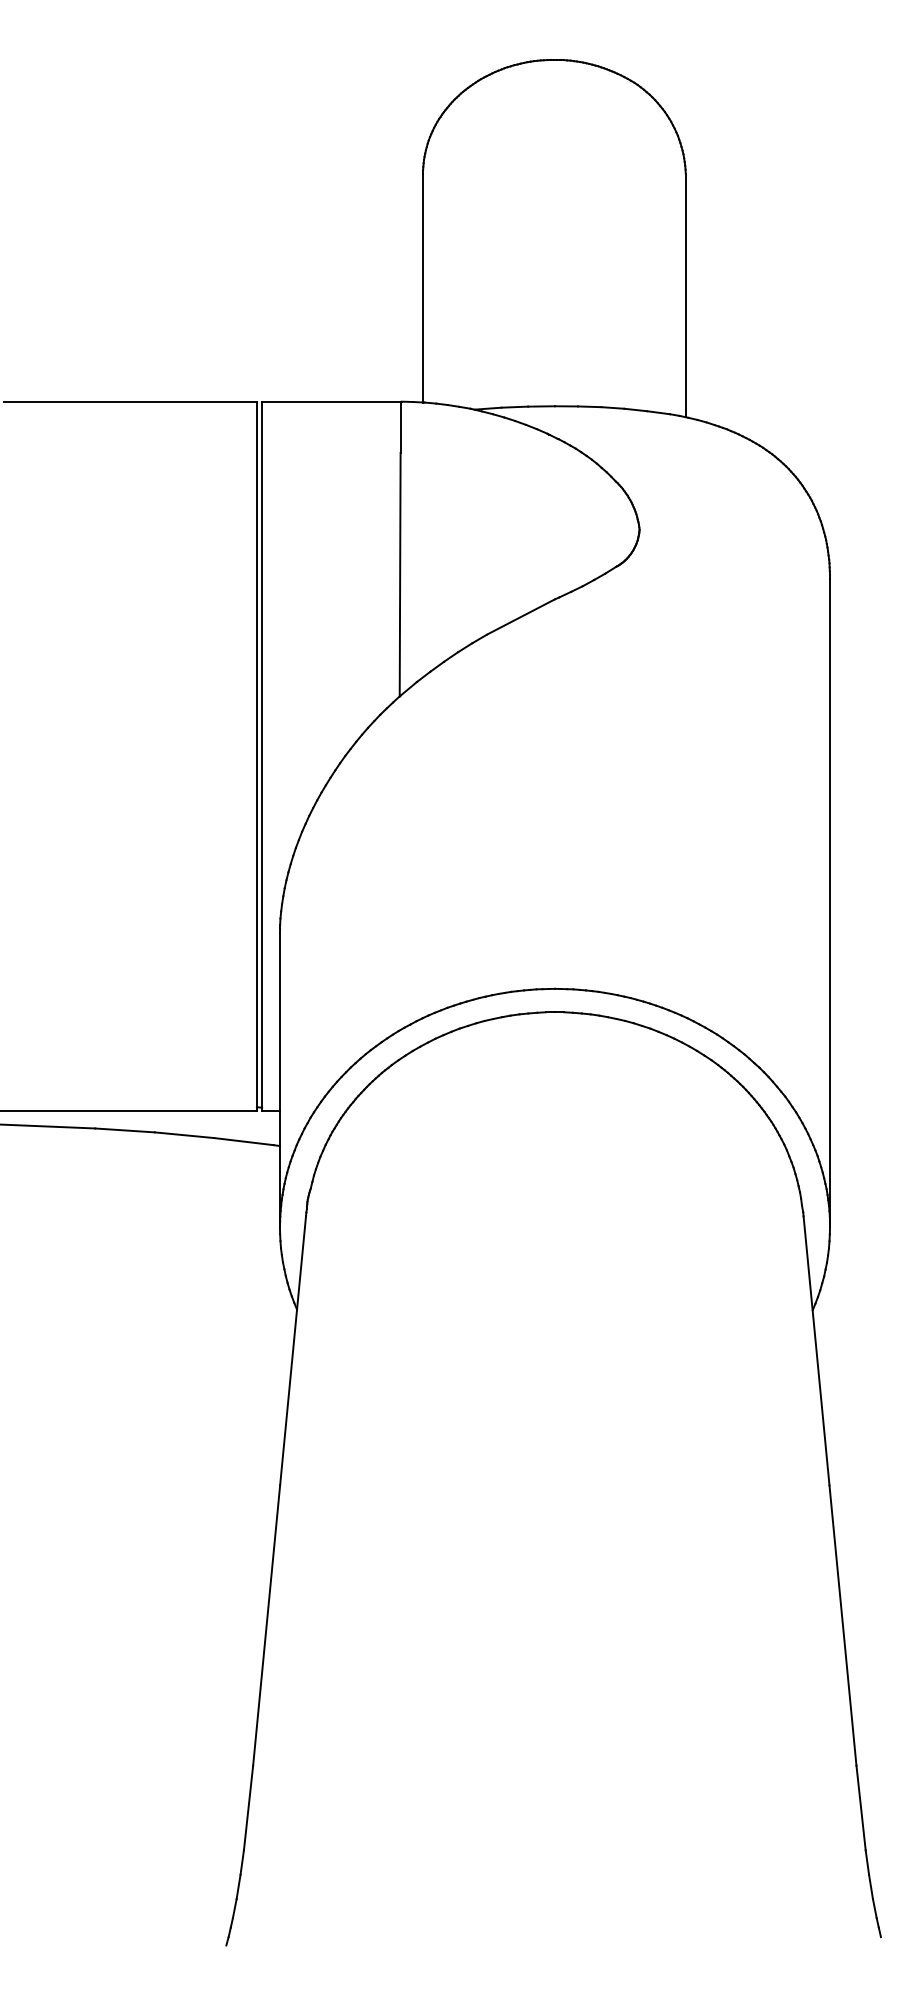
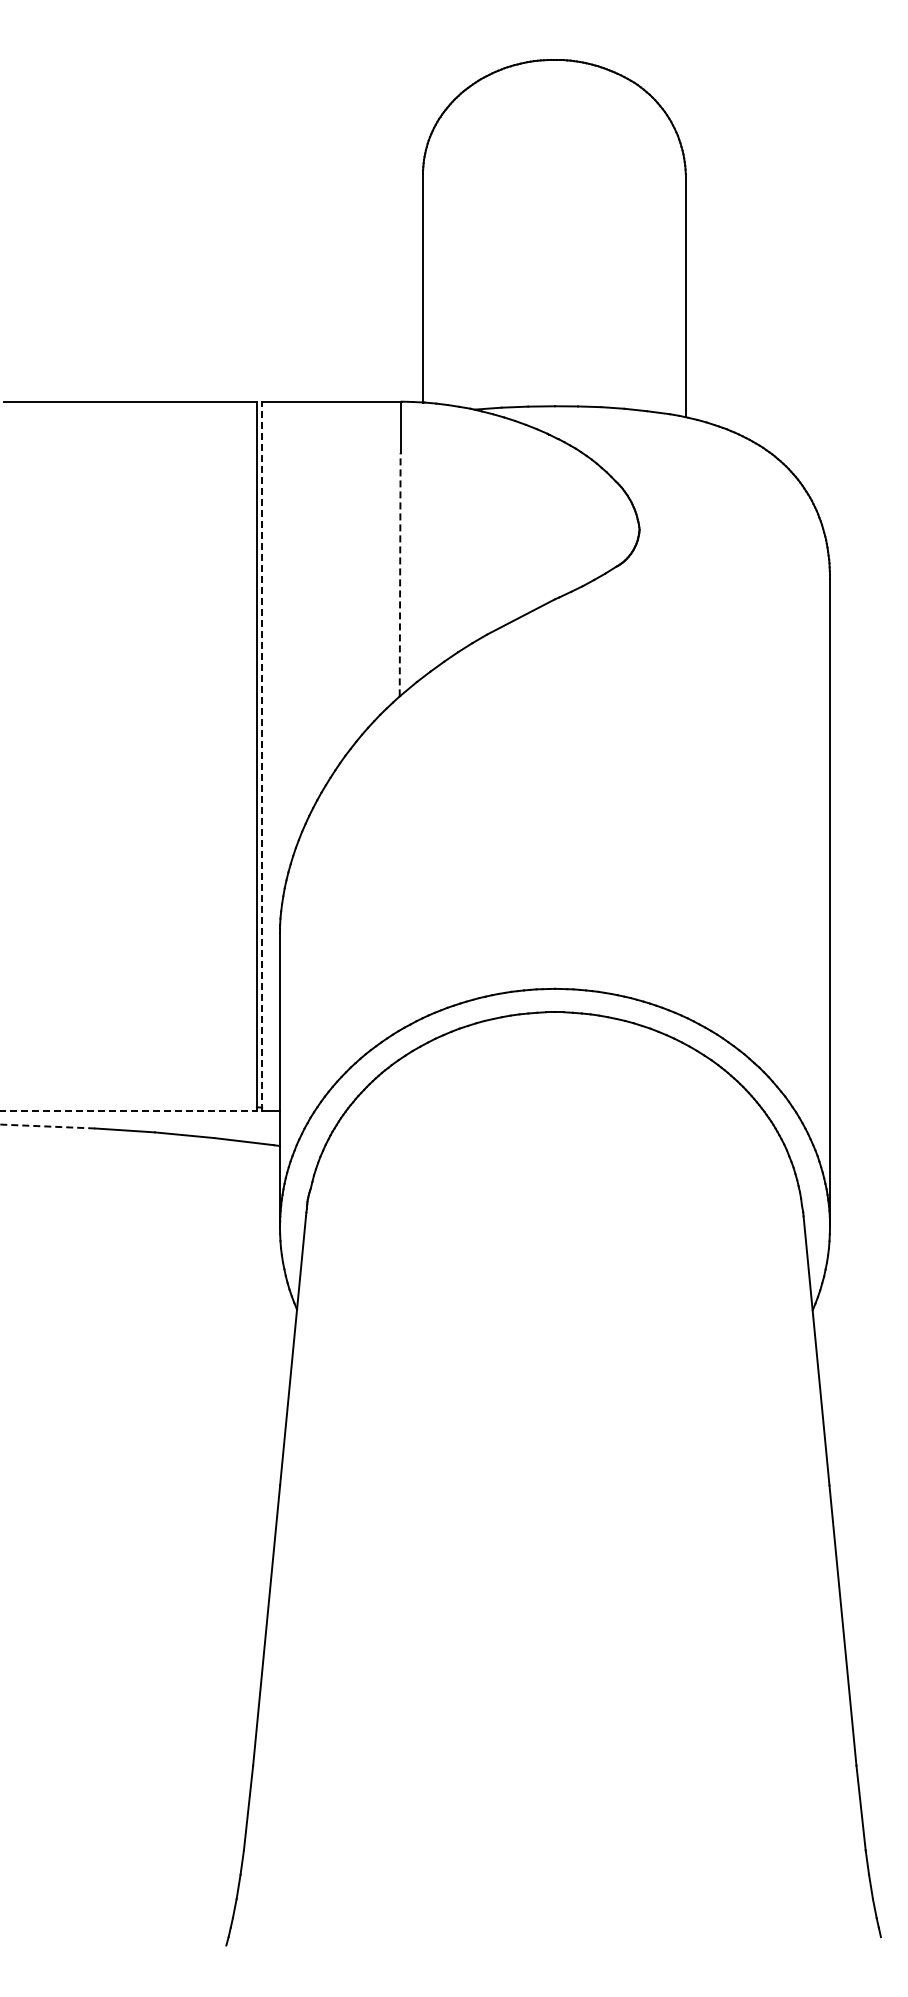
line at (400, 574): solid -> dashed
line at (262, 756): solid -> dashed
line at (129, 1111): solid -> dashed
line at (47, 1126): solid -> dashed
